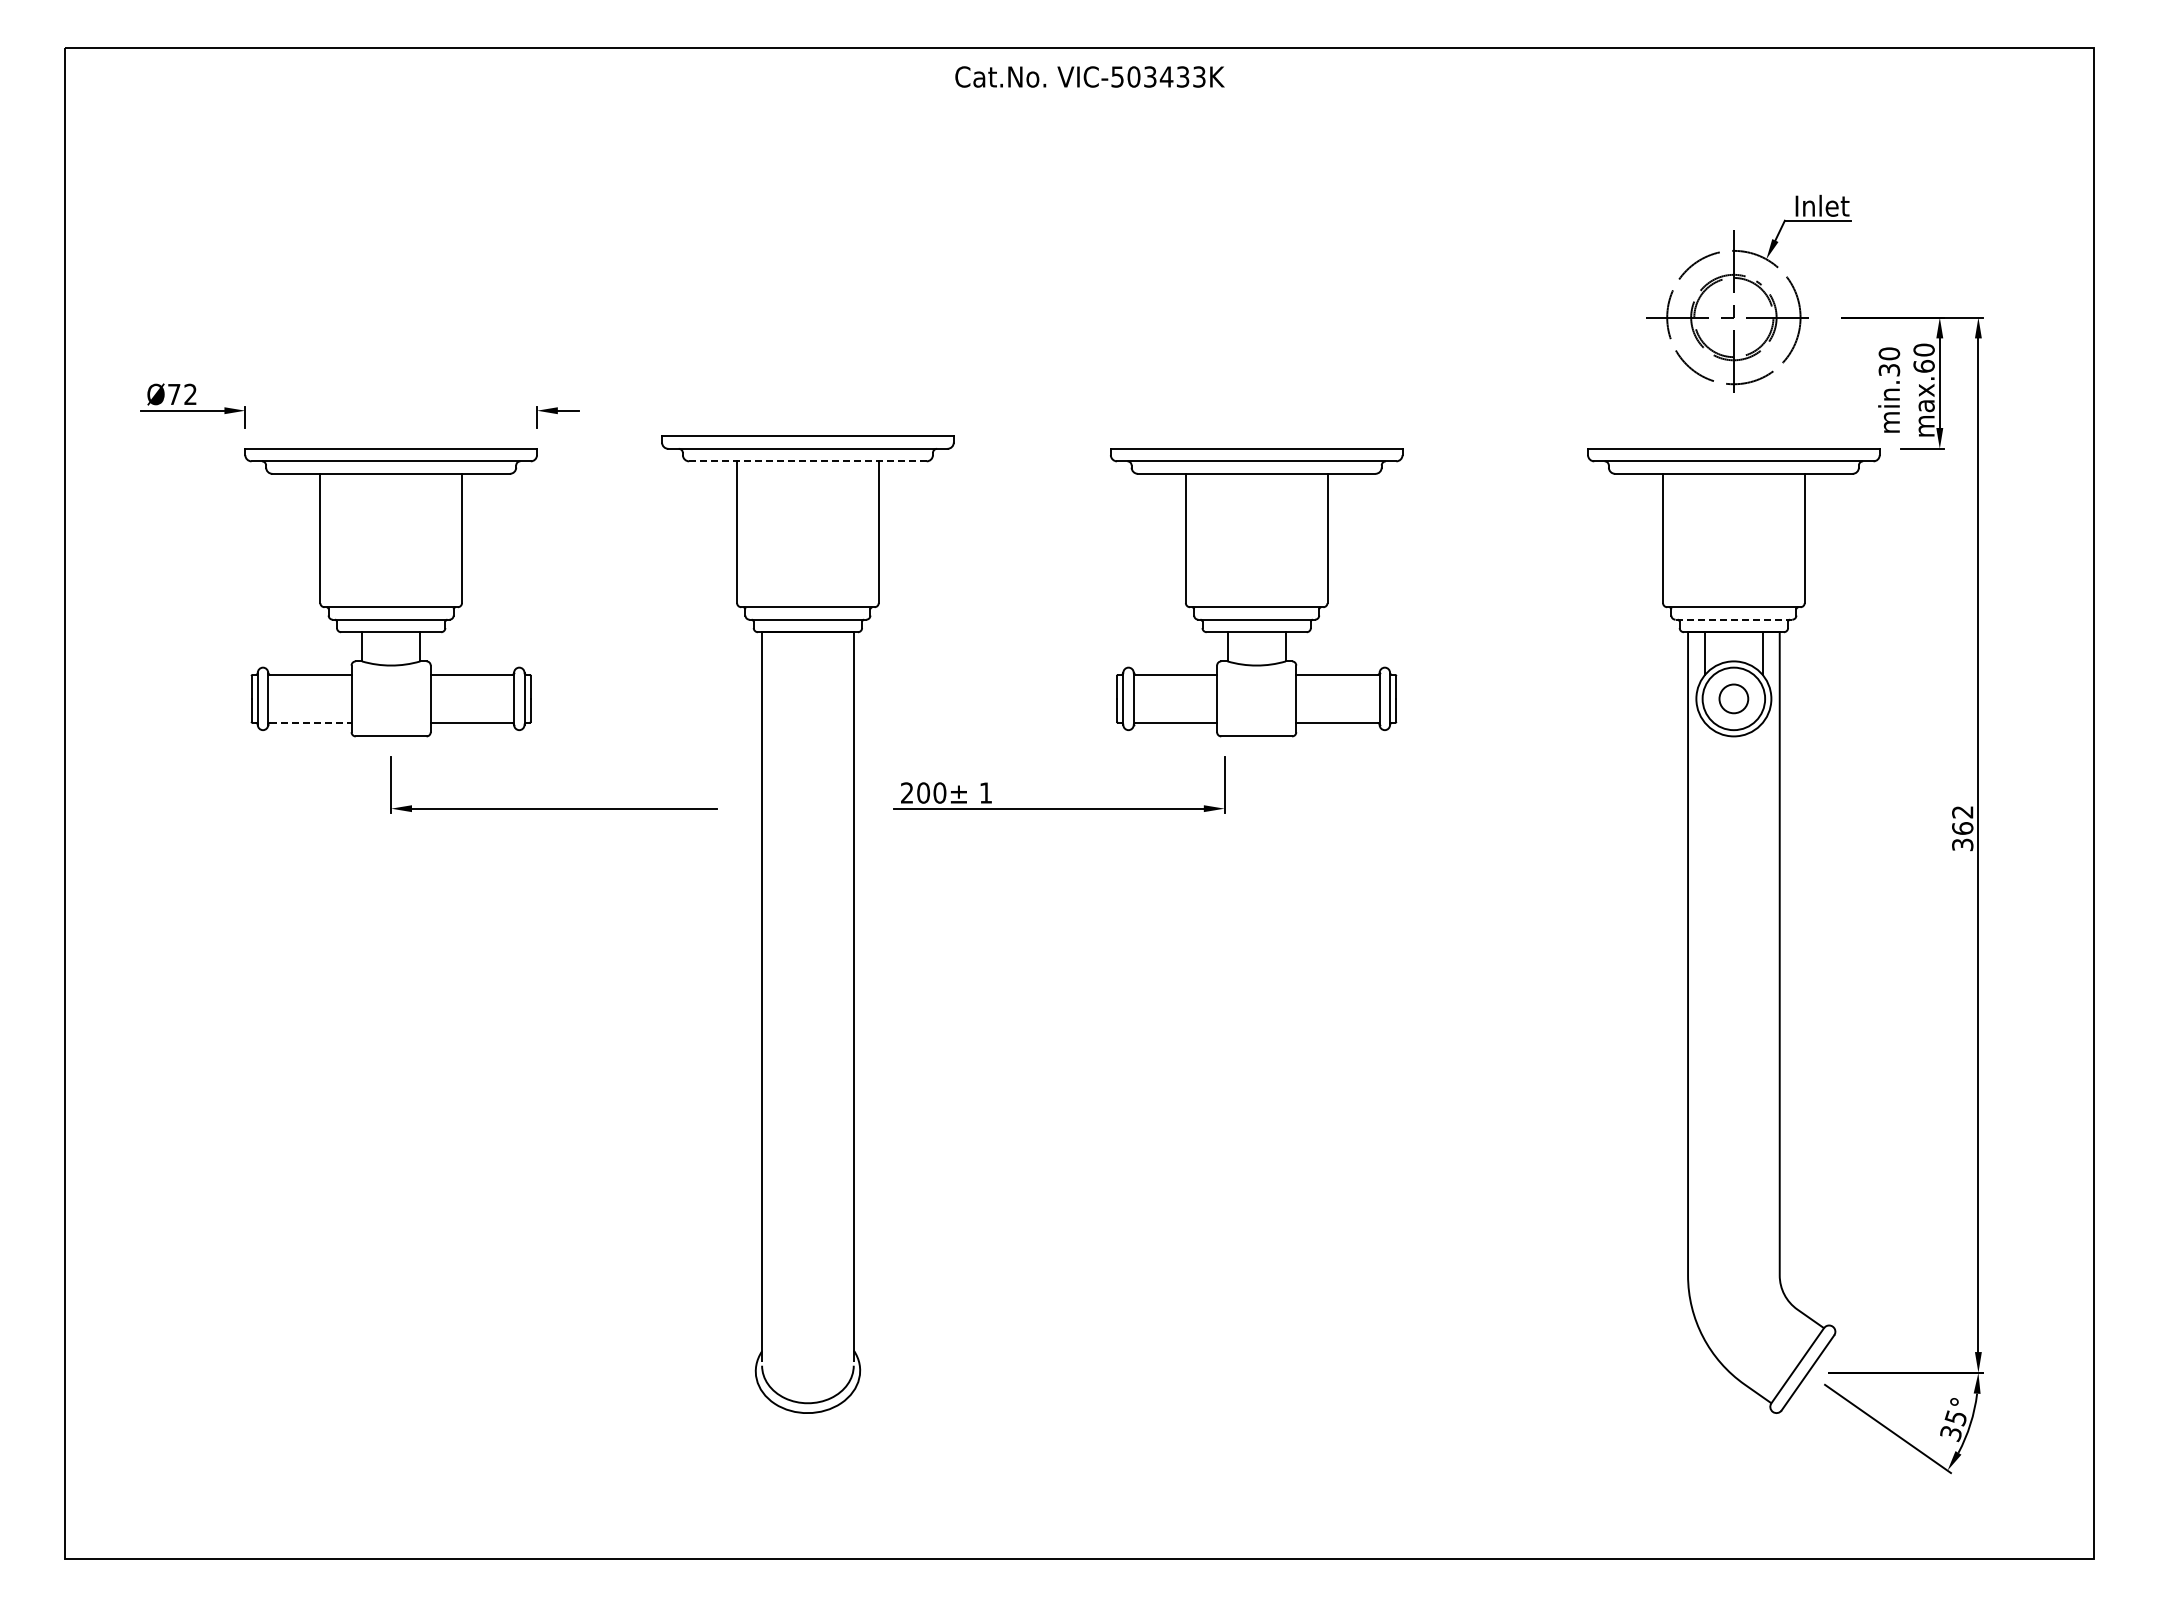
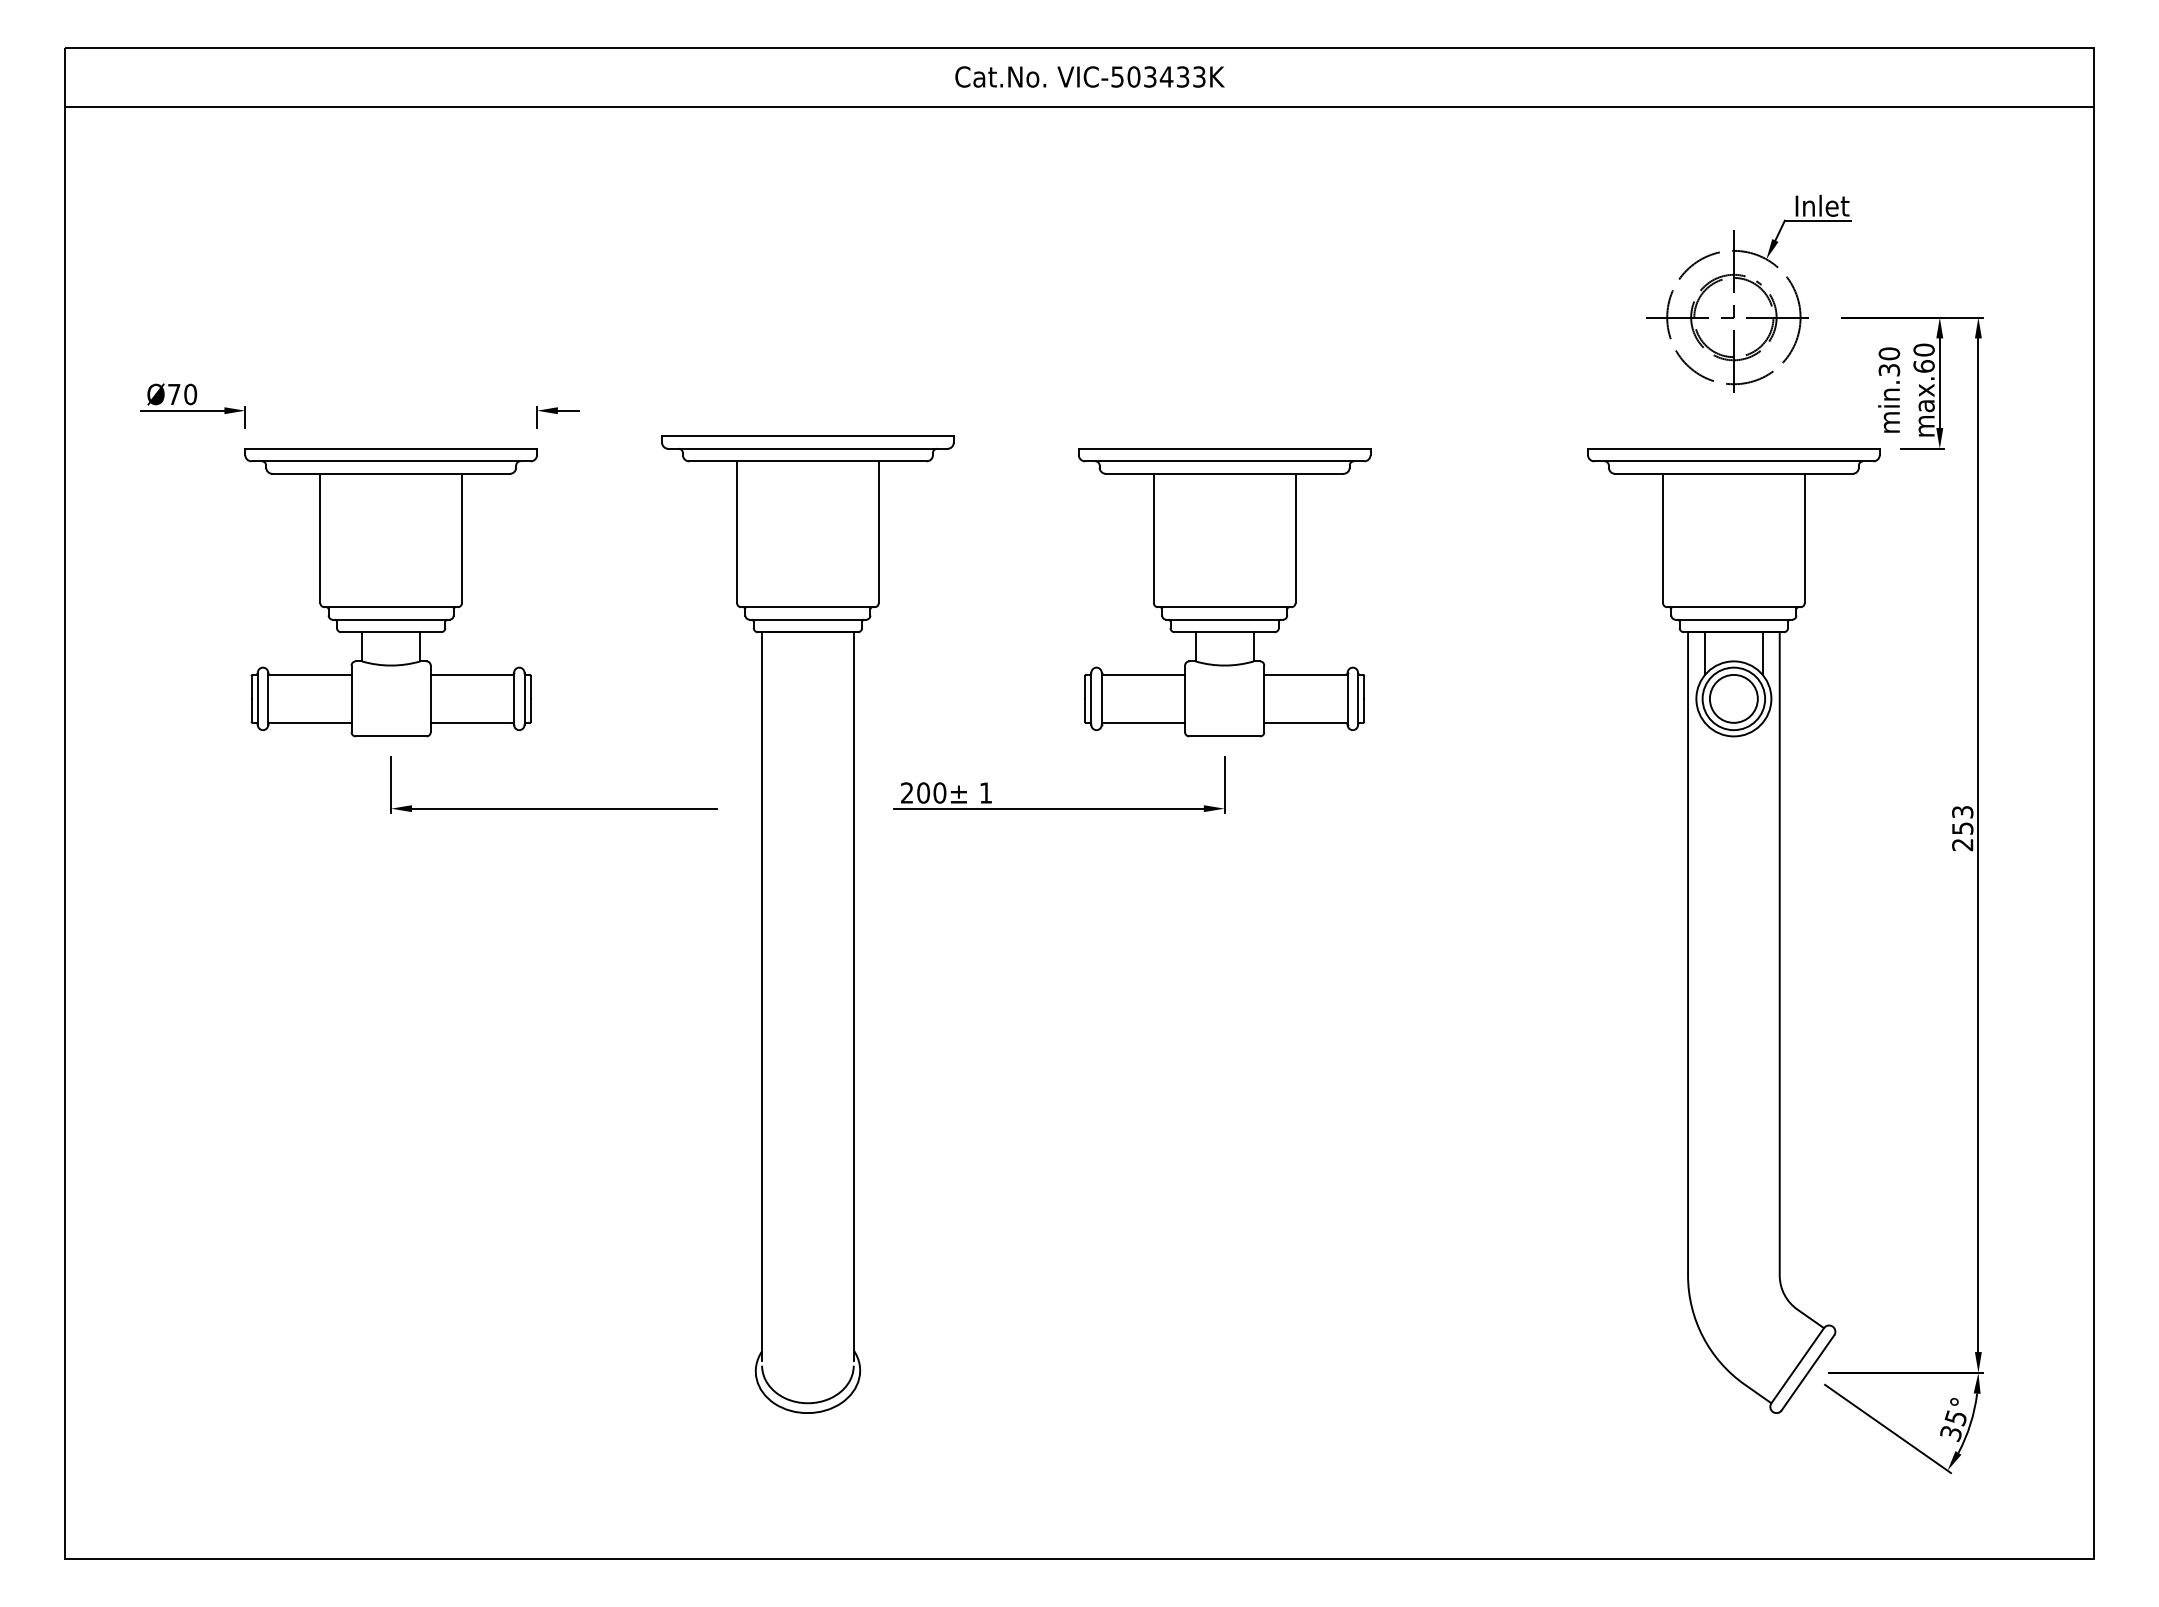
line at (1079, 106): none -> present
text at (190, 394): Ø72 -> Ø70
line at (807, 461): dashed -> solid
part at (1256, 592) position: (1256, 592) -> (1224, 592)
line at (1734, 619): dashed -> solid
circle at (1733, 698) diameter: 29 px -> 48 px
line at (310, 722): dashed -> solid
text at (1962, 828): 362 -> 253
